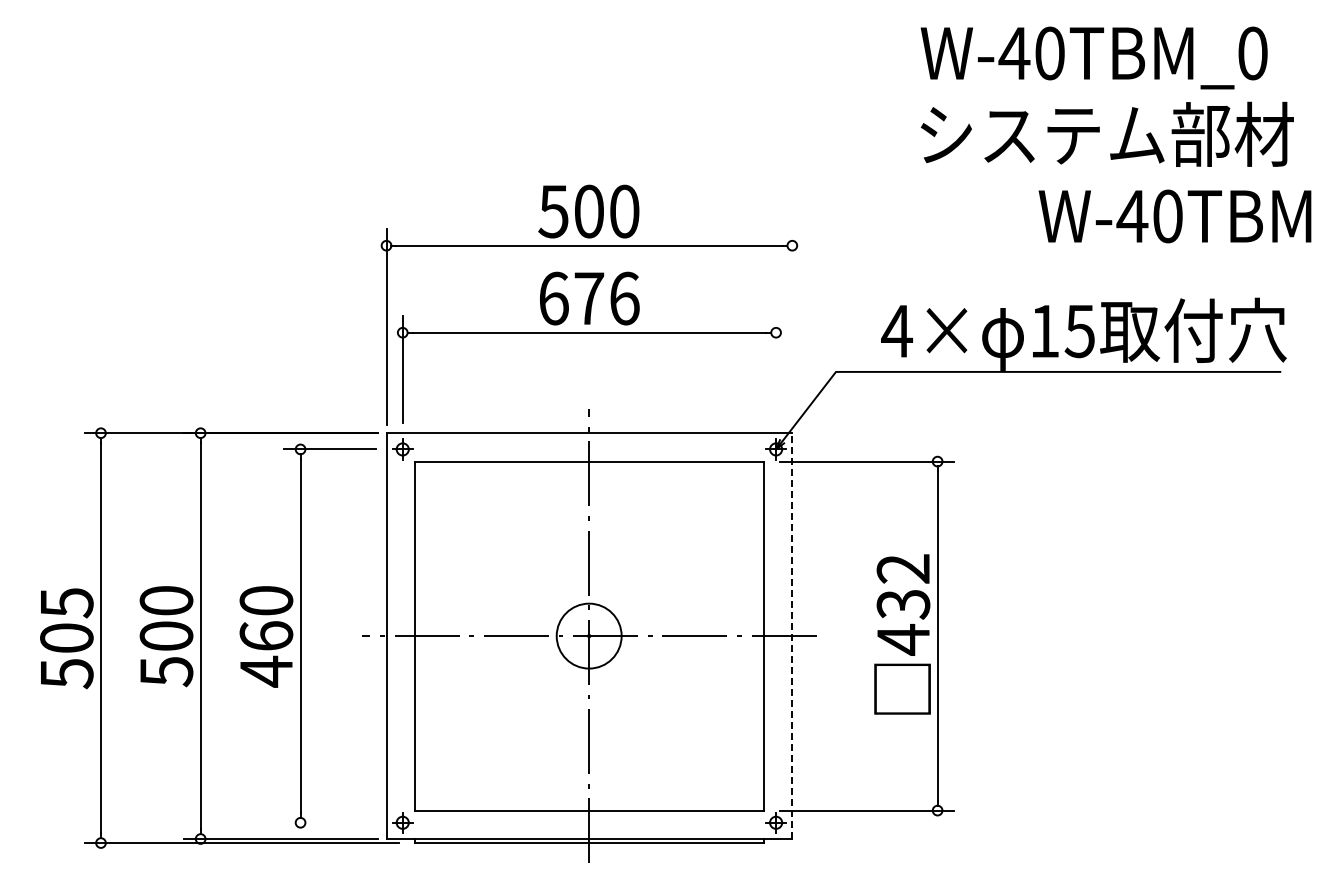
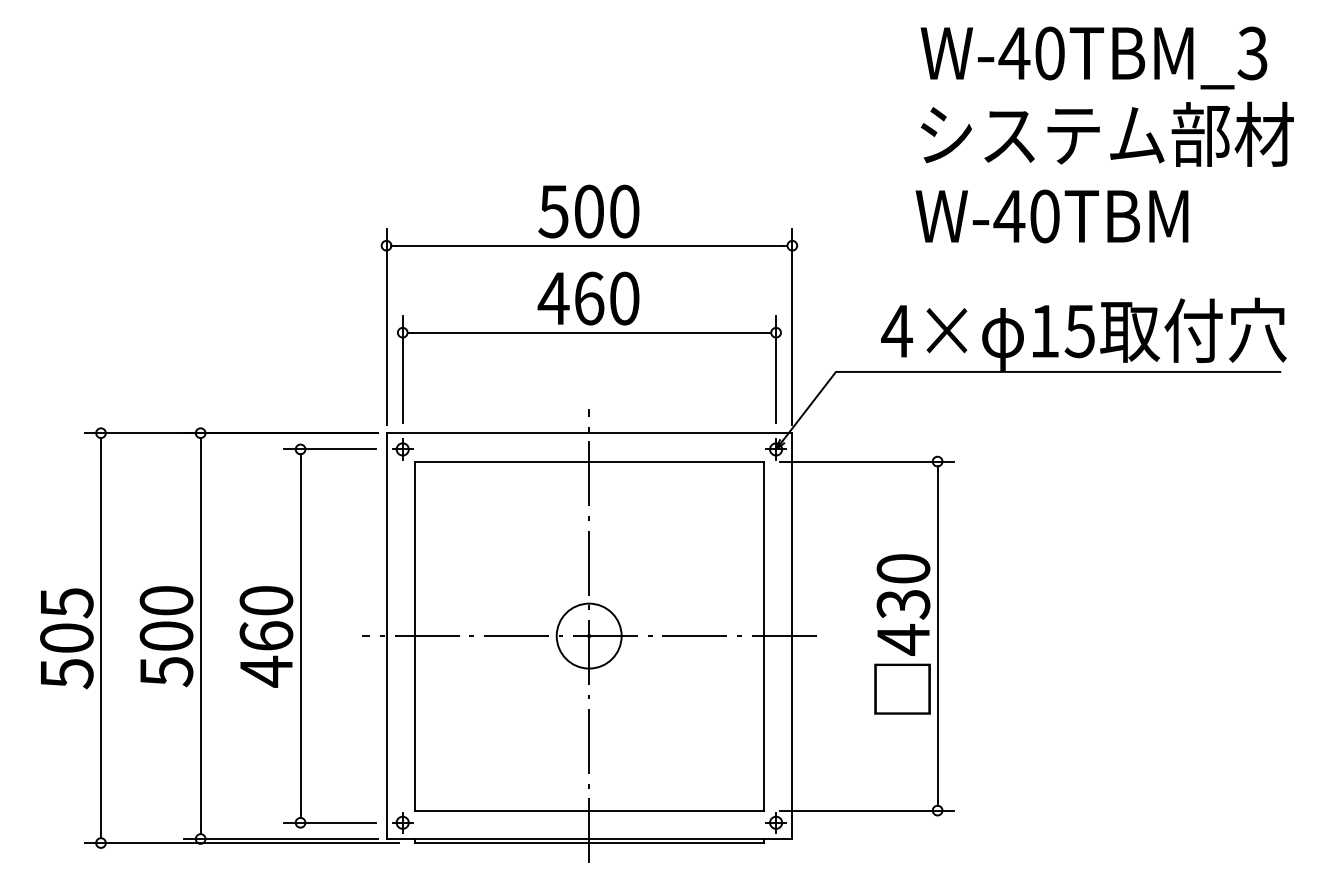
text at (1252, 53): W-40TBM_0 -> W-40TBM_3
text at (1174, 216) position: (1174, 216) -> (1051, 216)
text at (588, 298): 676 -> 460
line at (792, 327): none -> present
line at (776, 369): none -> present
text at (903, 568): 432 -> 430
line at (792, 636): dashed -> solid
line at (330, 822): none -> present
